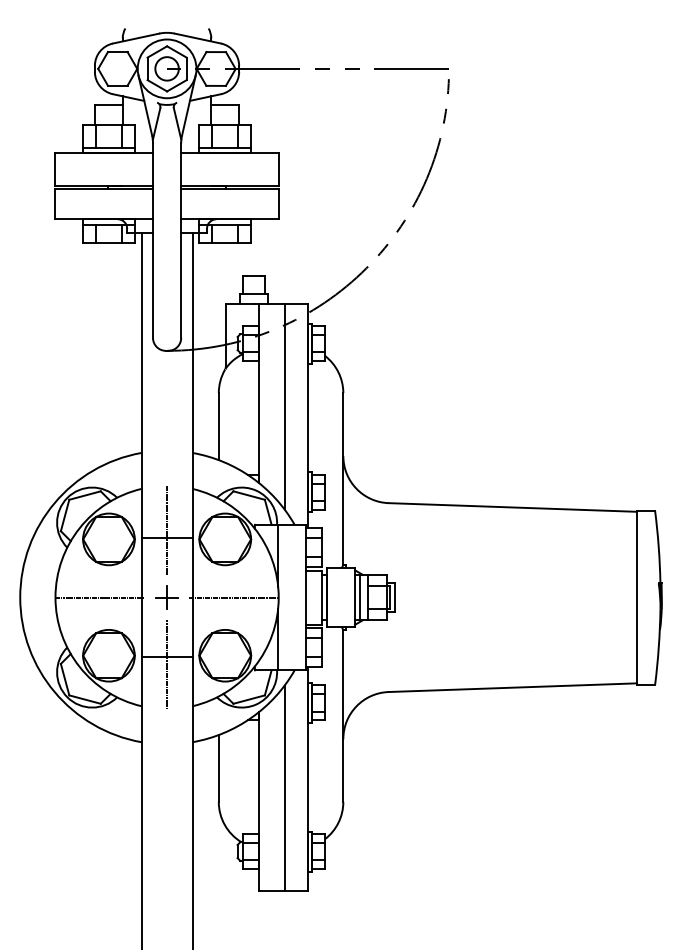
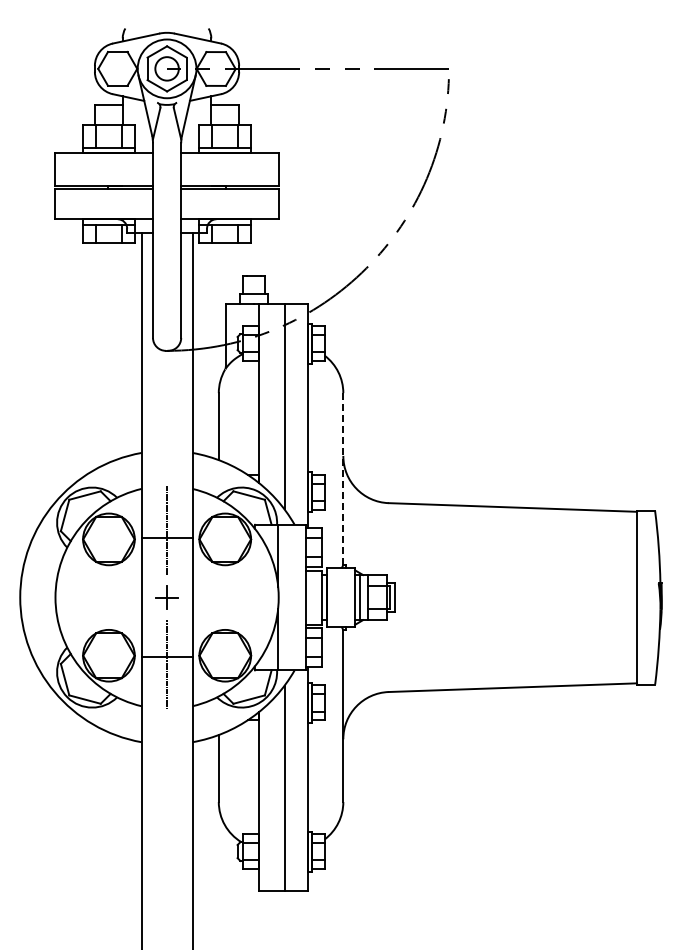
line at (343, 478): solid -> dashed
line at (99, 597): present -> none
line at (234, 597): present -> none
